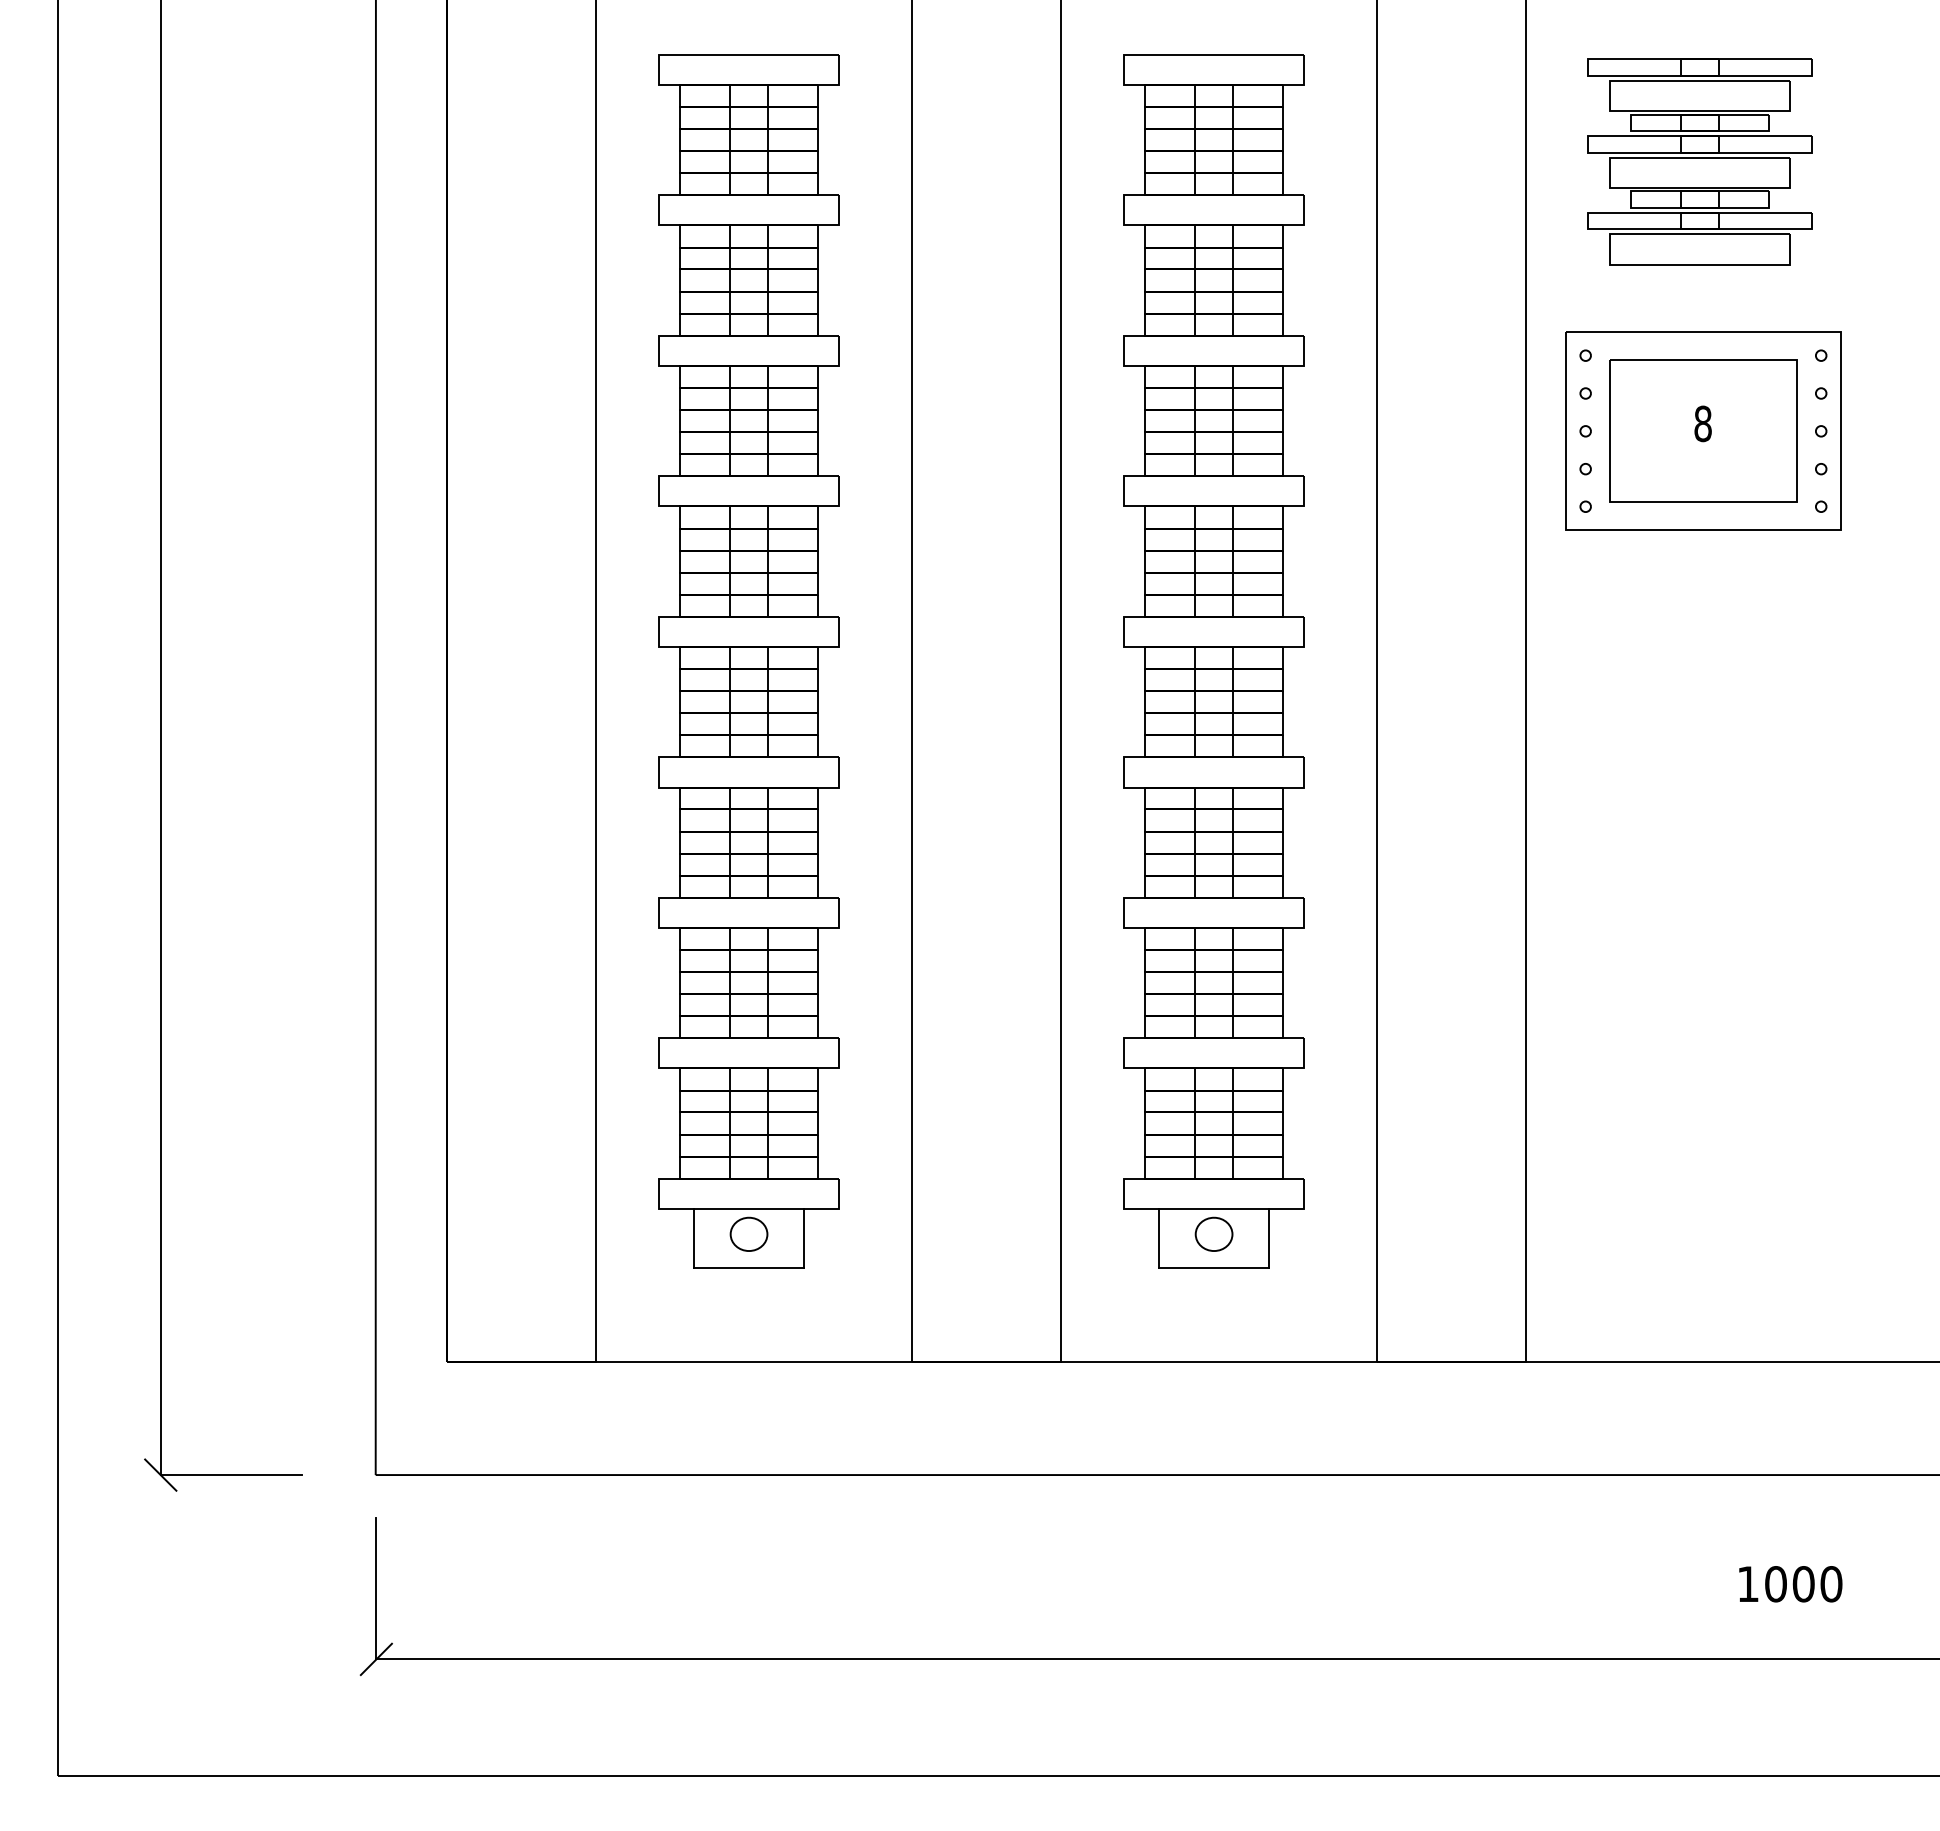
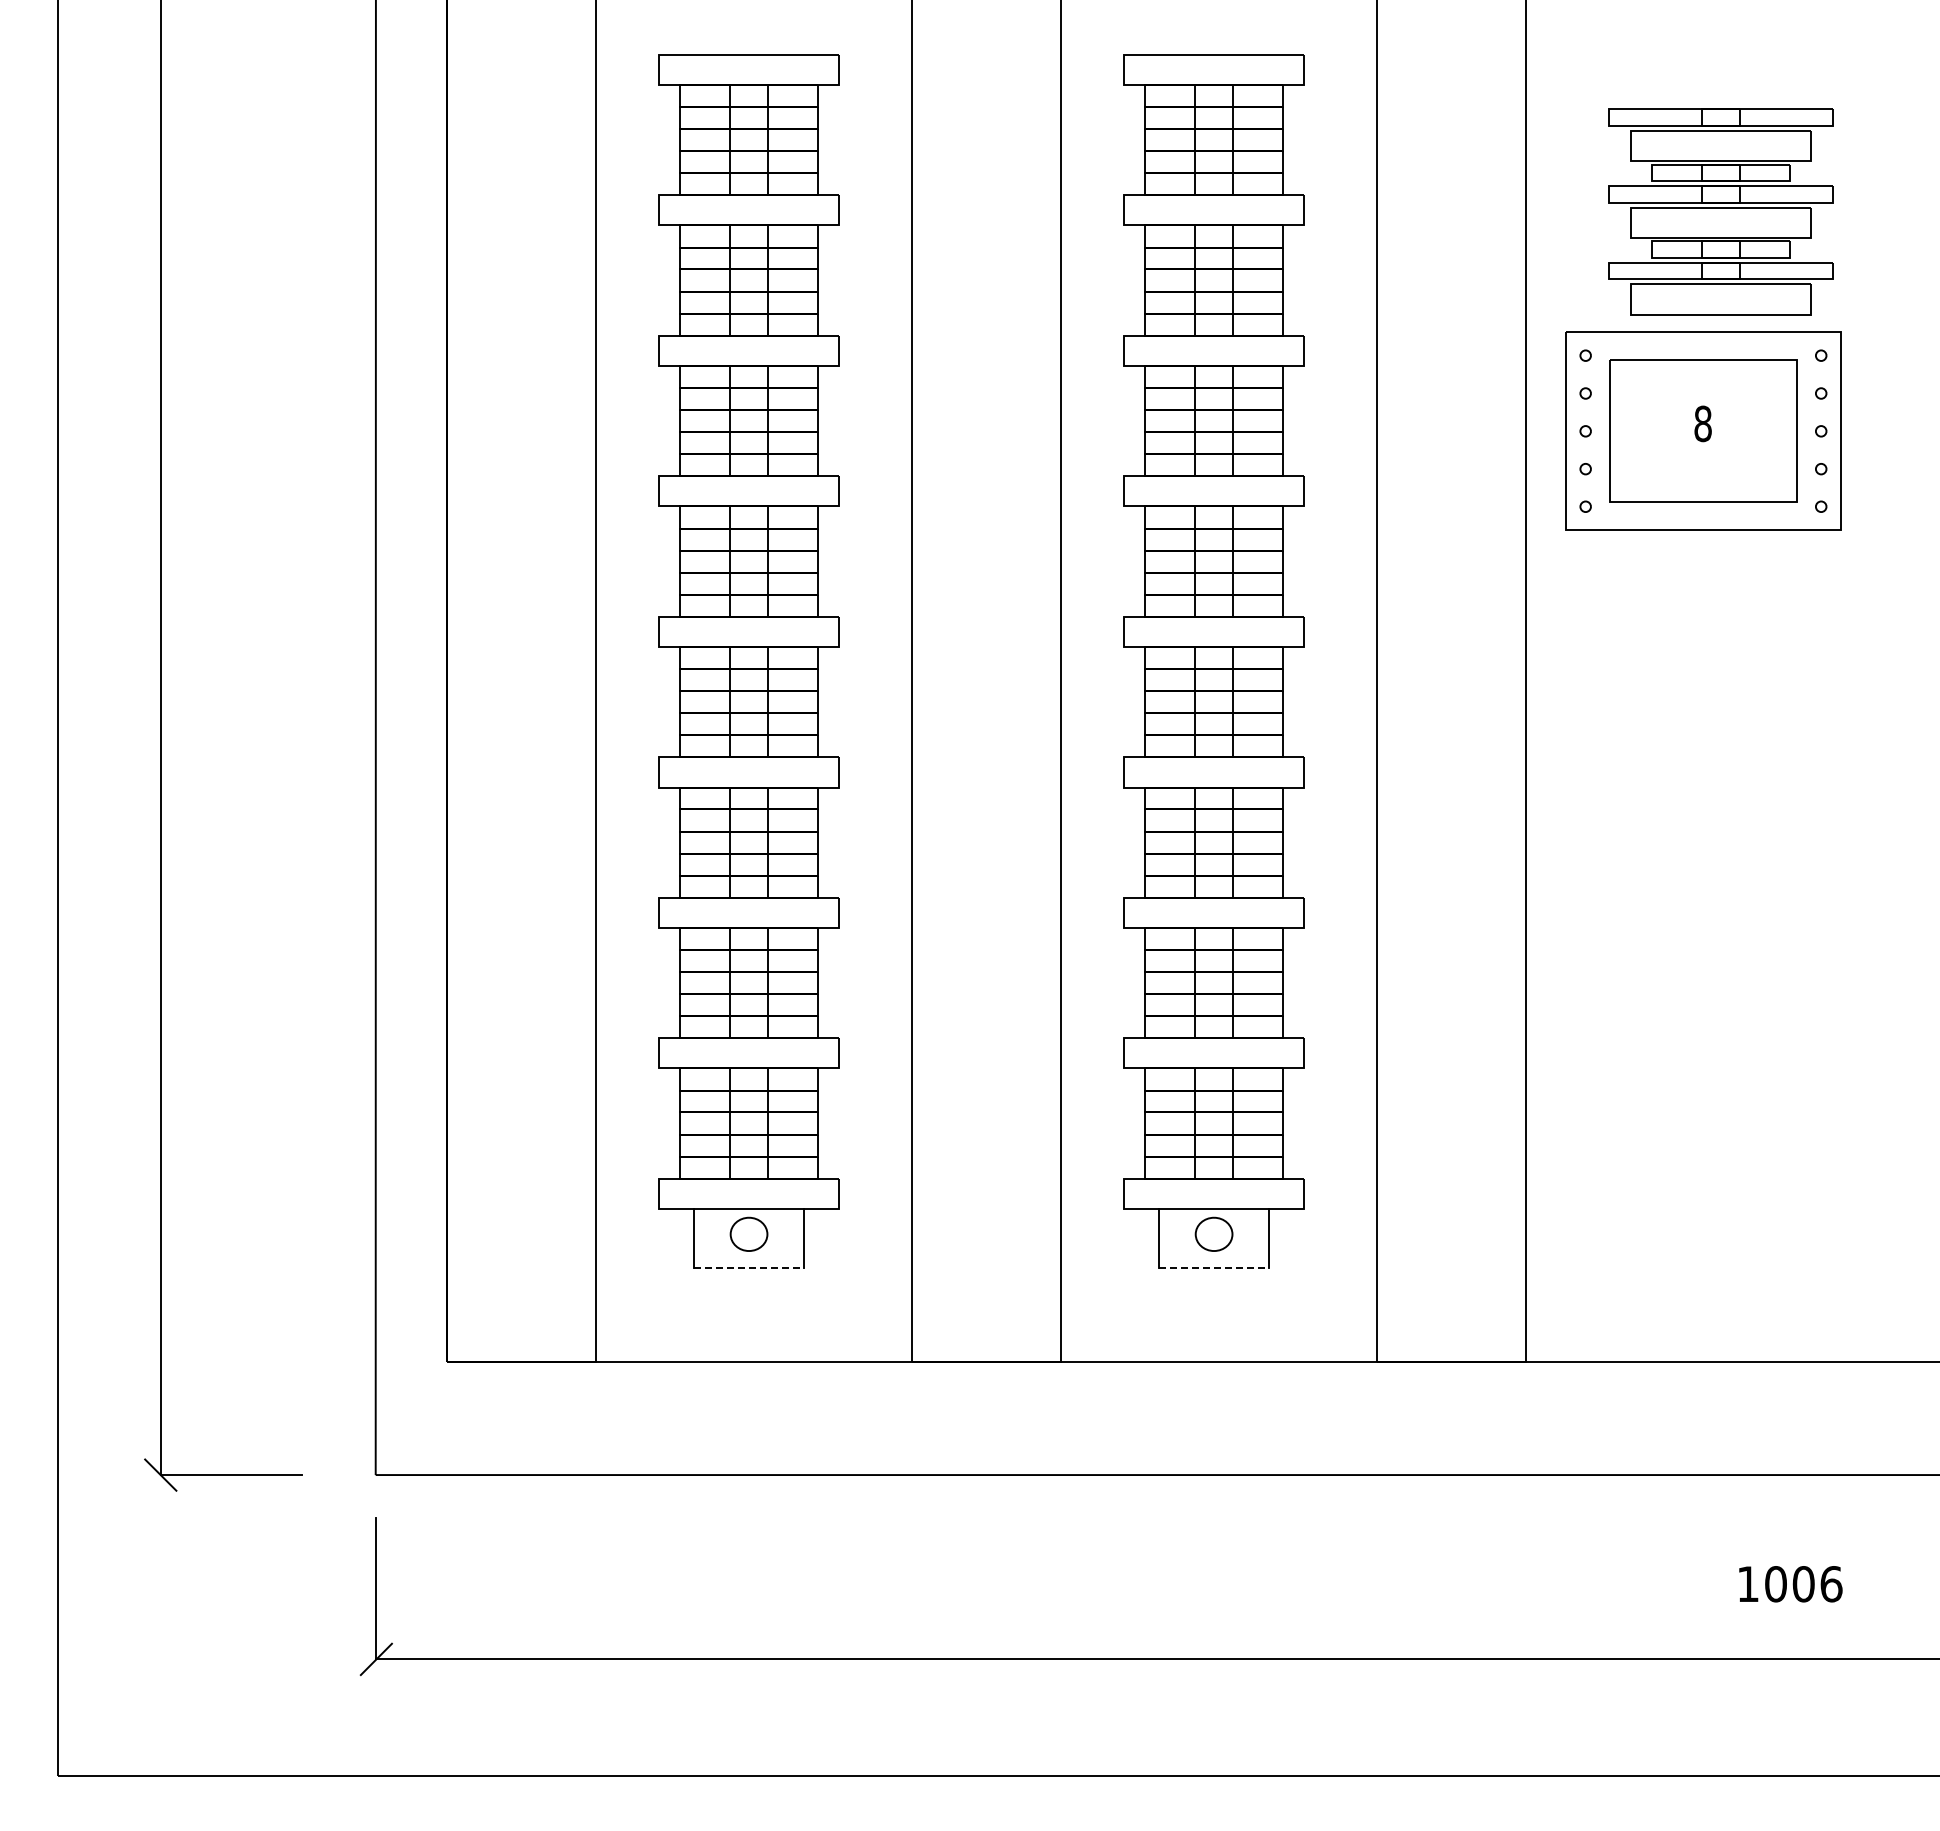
part at (1699, 161) position: (1699, 161) -> (1720, 211)
line at (749, 1268): solid -> dashed
line at (1214, 1268): solid -> dashed
text at (1831, 1584): 1000 -> 1006
